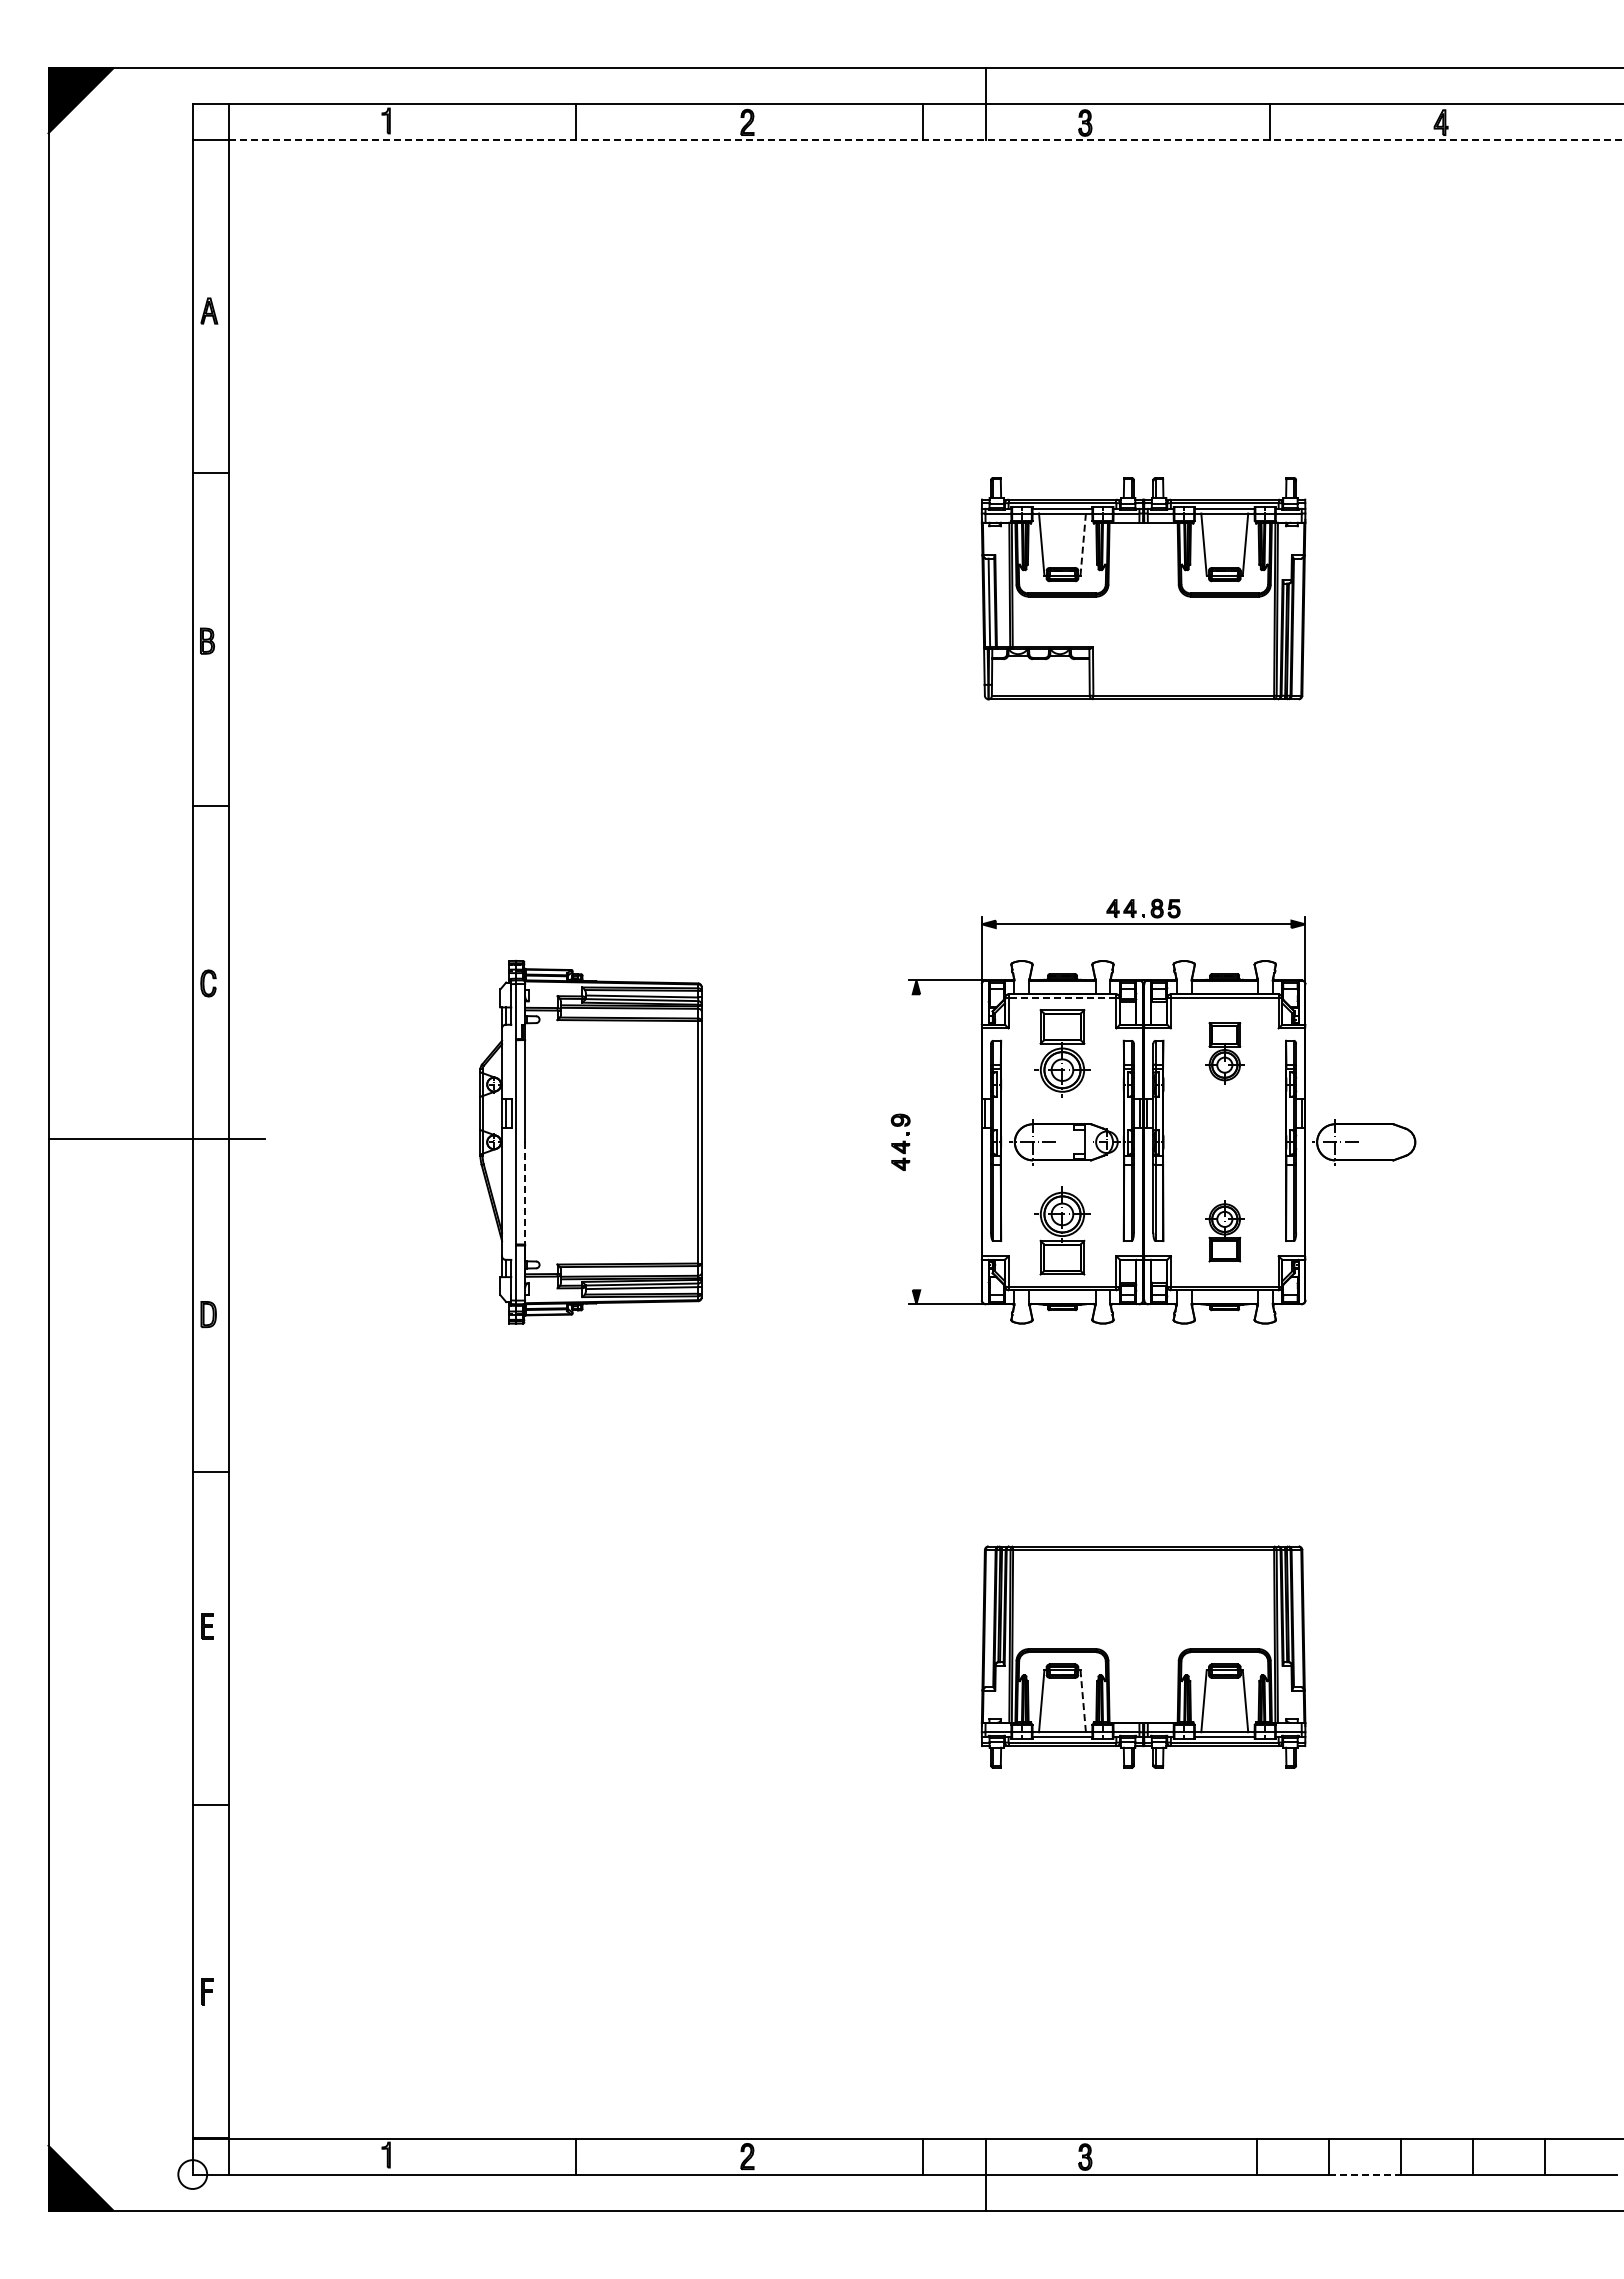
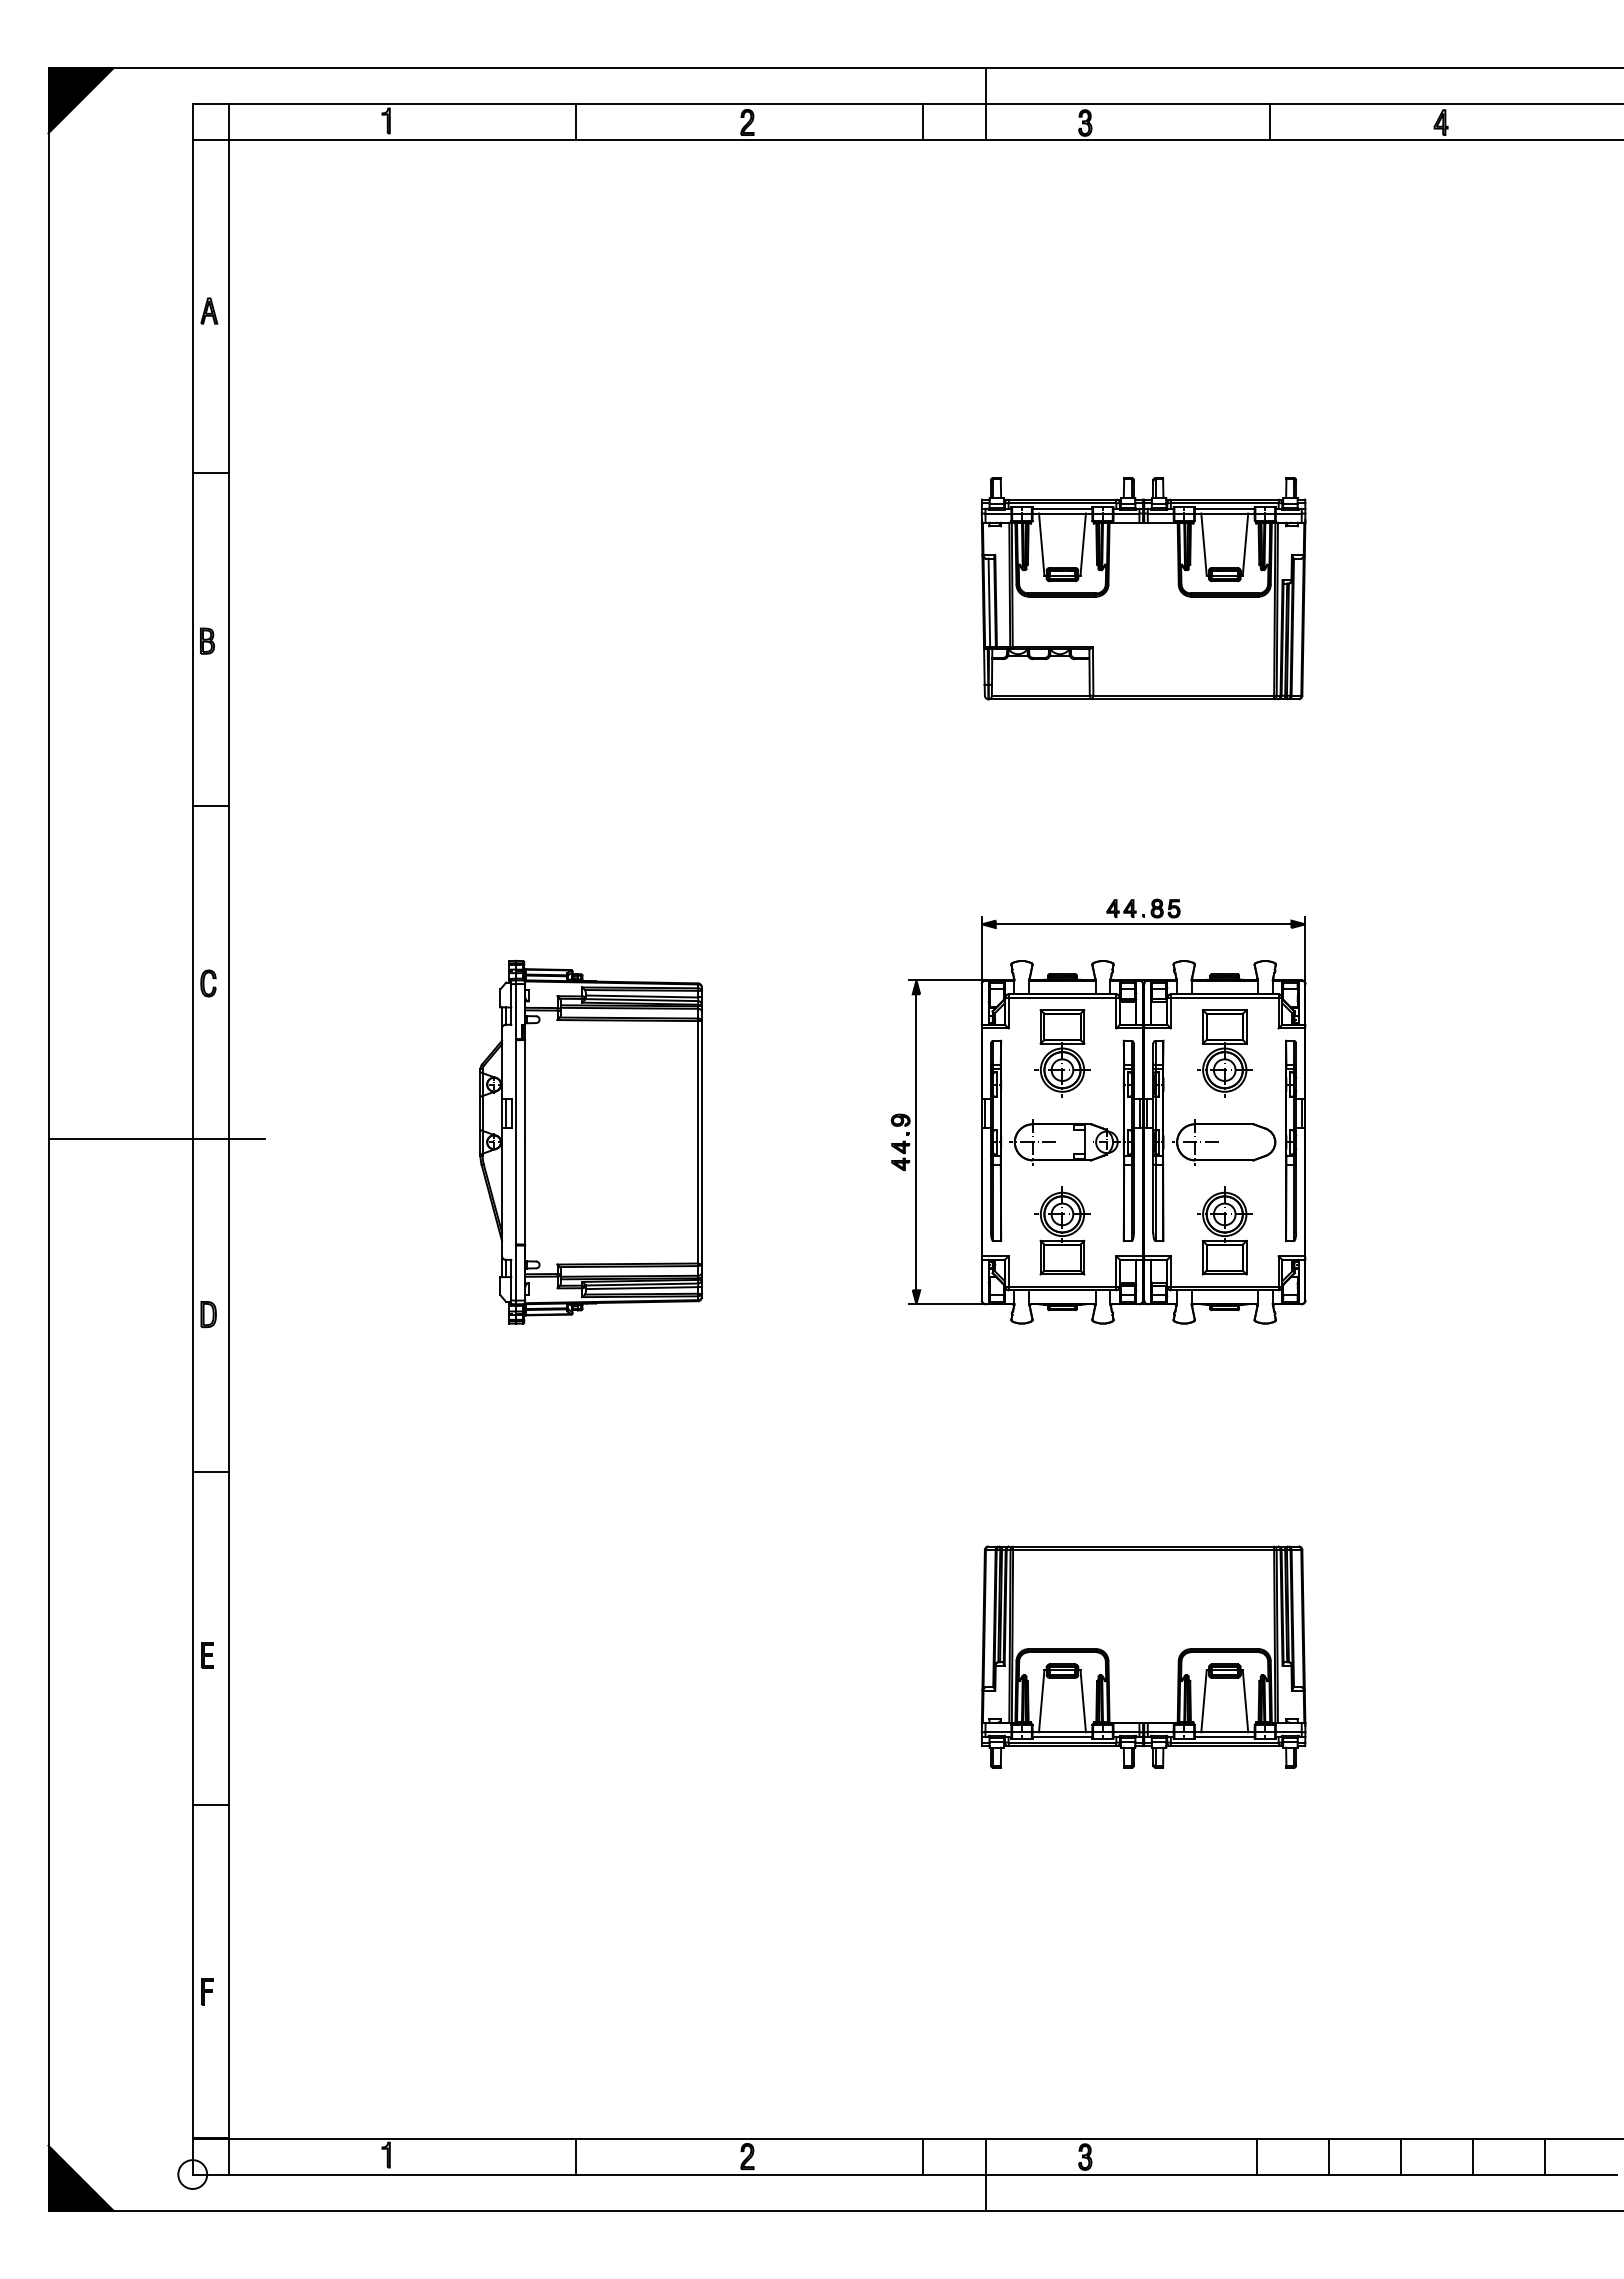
line at (926, 140): dashed -> solid
line at (1083, 544): dashed -> solid
line at (1062, 998): dashed -> solid
part at (1224, 1053) size: 40x63 px -> 56x89 px
line at (916, 1142): none -> present
part at (1364, 1142) position: (1364, 1142) -> (1224, 1142)
line at (525, 1193): dashed -> solid
part at (1224, 1231) size: 40x63 px -> 56x90 px
part at (207, 1626) position: (207, 1626) -> (207, 1655)
line at (1083, 1701): dashed -> solid
line at (1365, 2174): dashed -> solid
